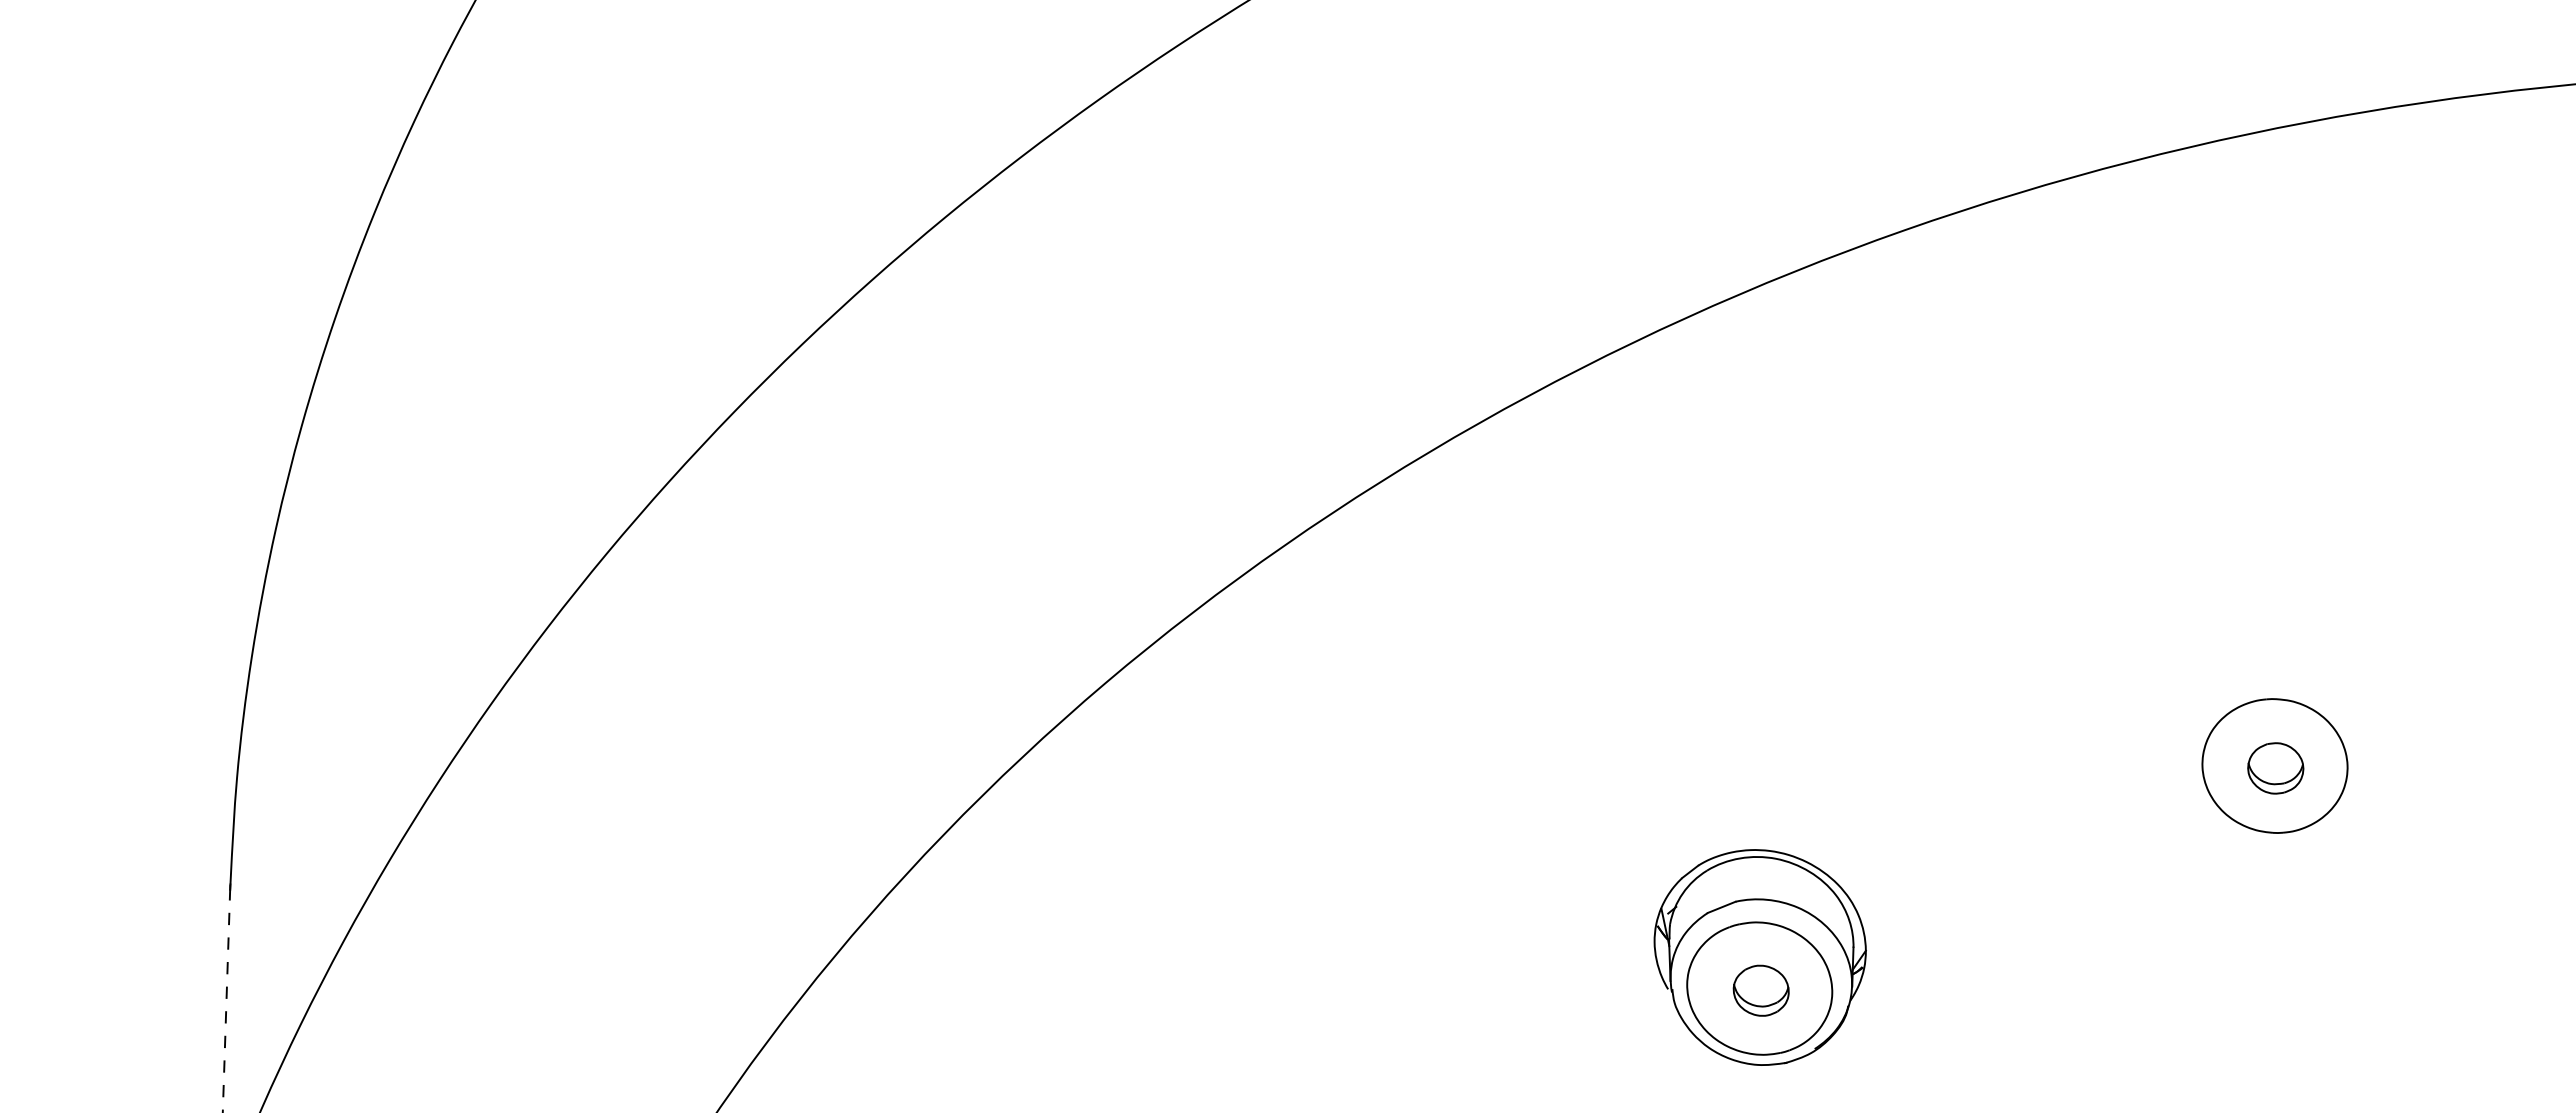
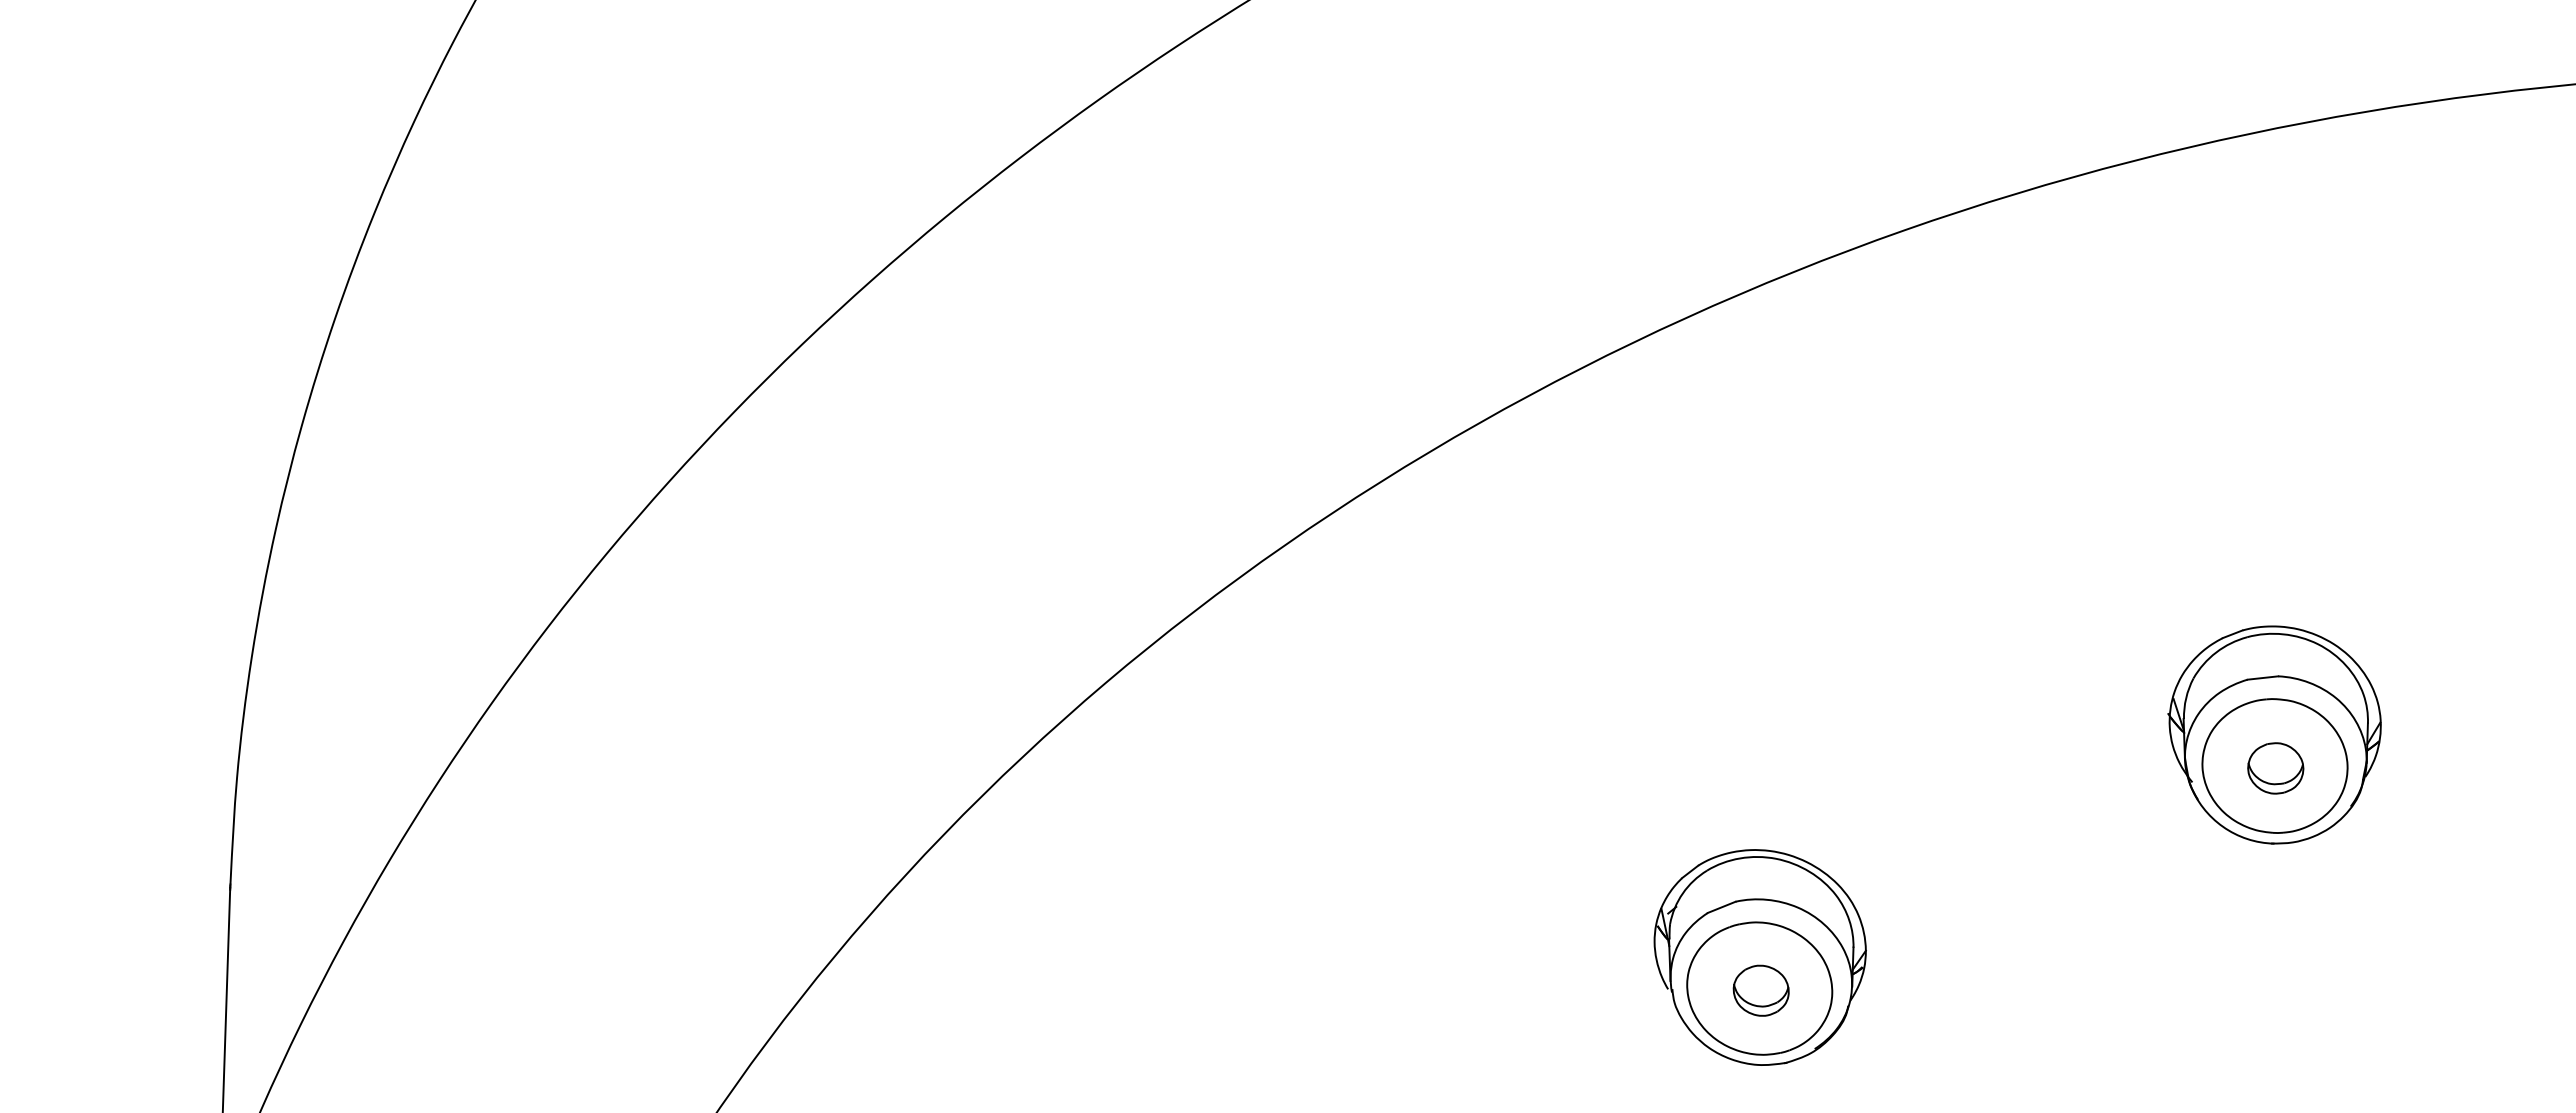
part at (2274, 734): none -> present
line at (226, 1000): dashed -> solid
